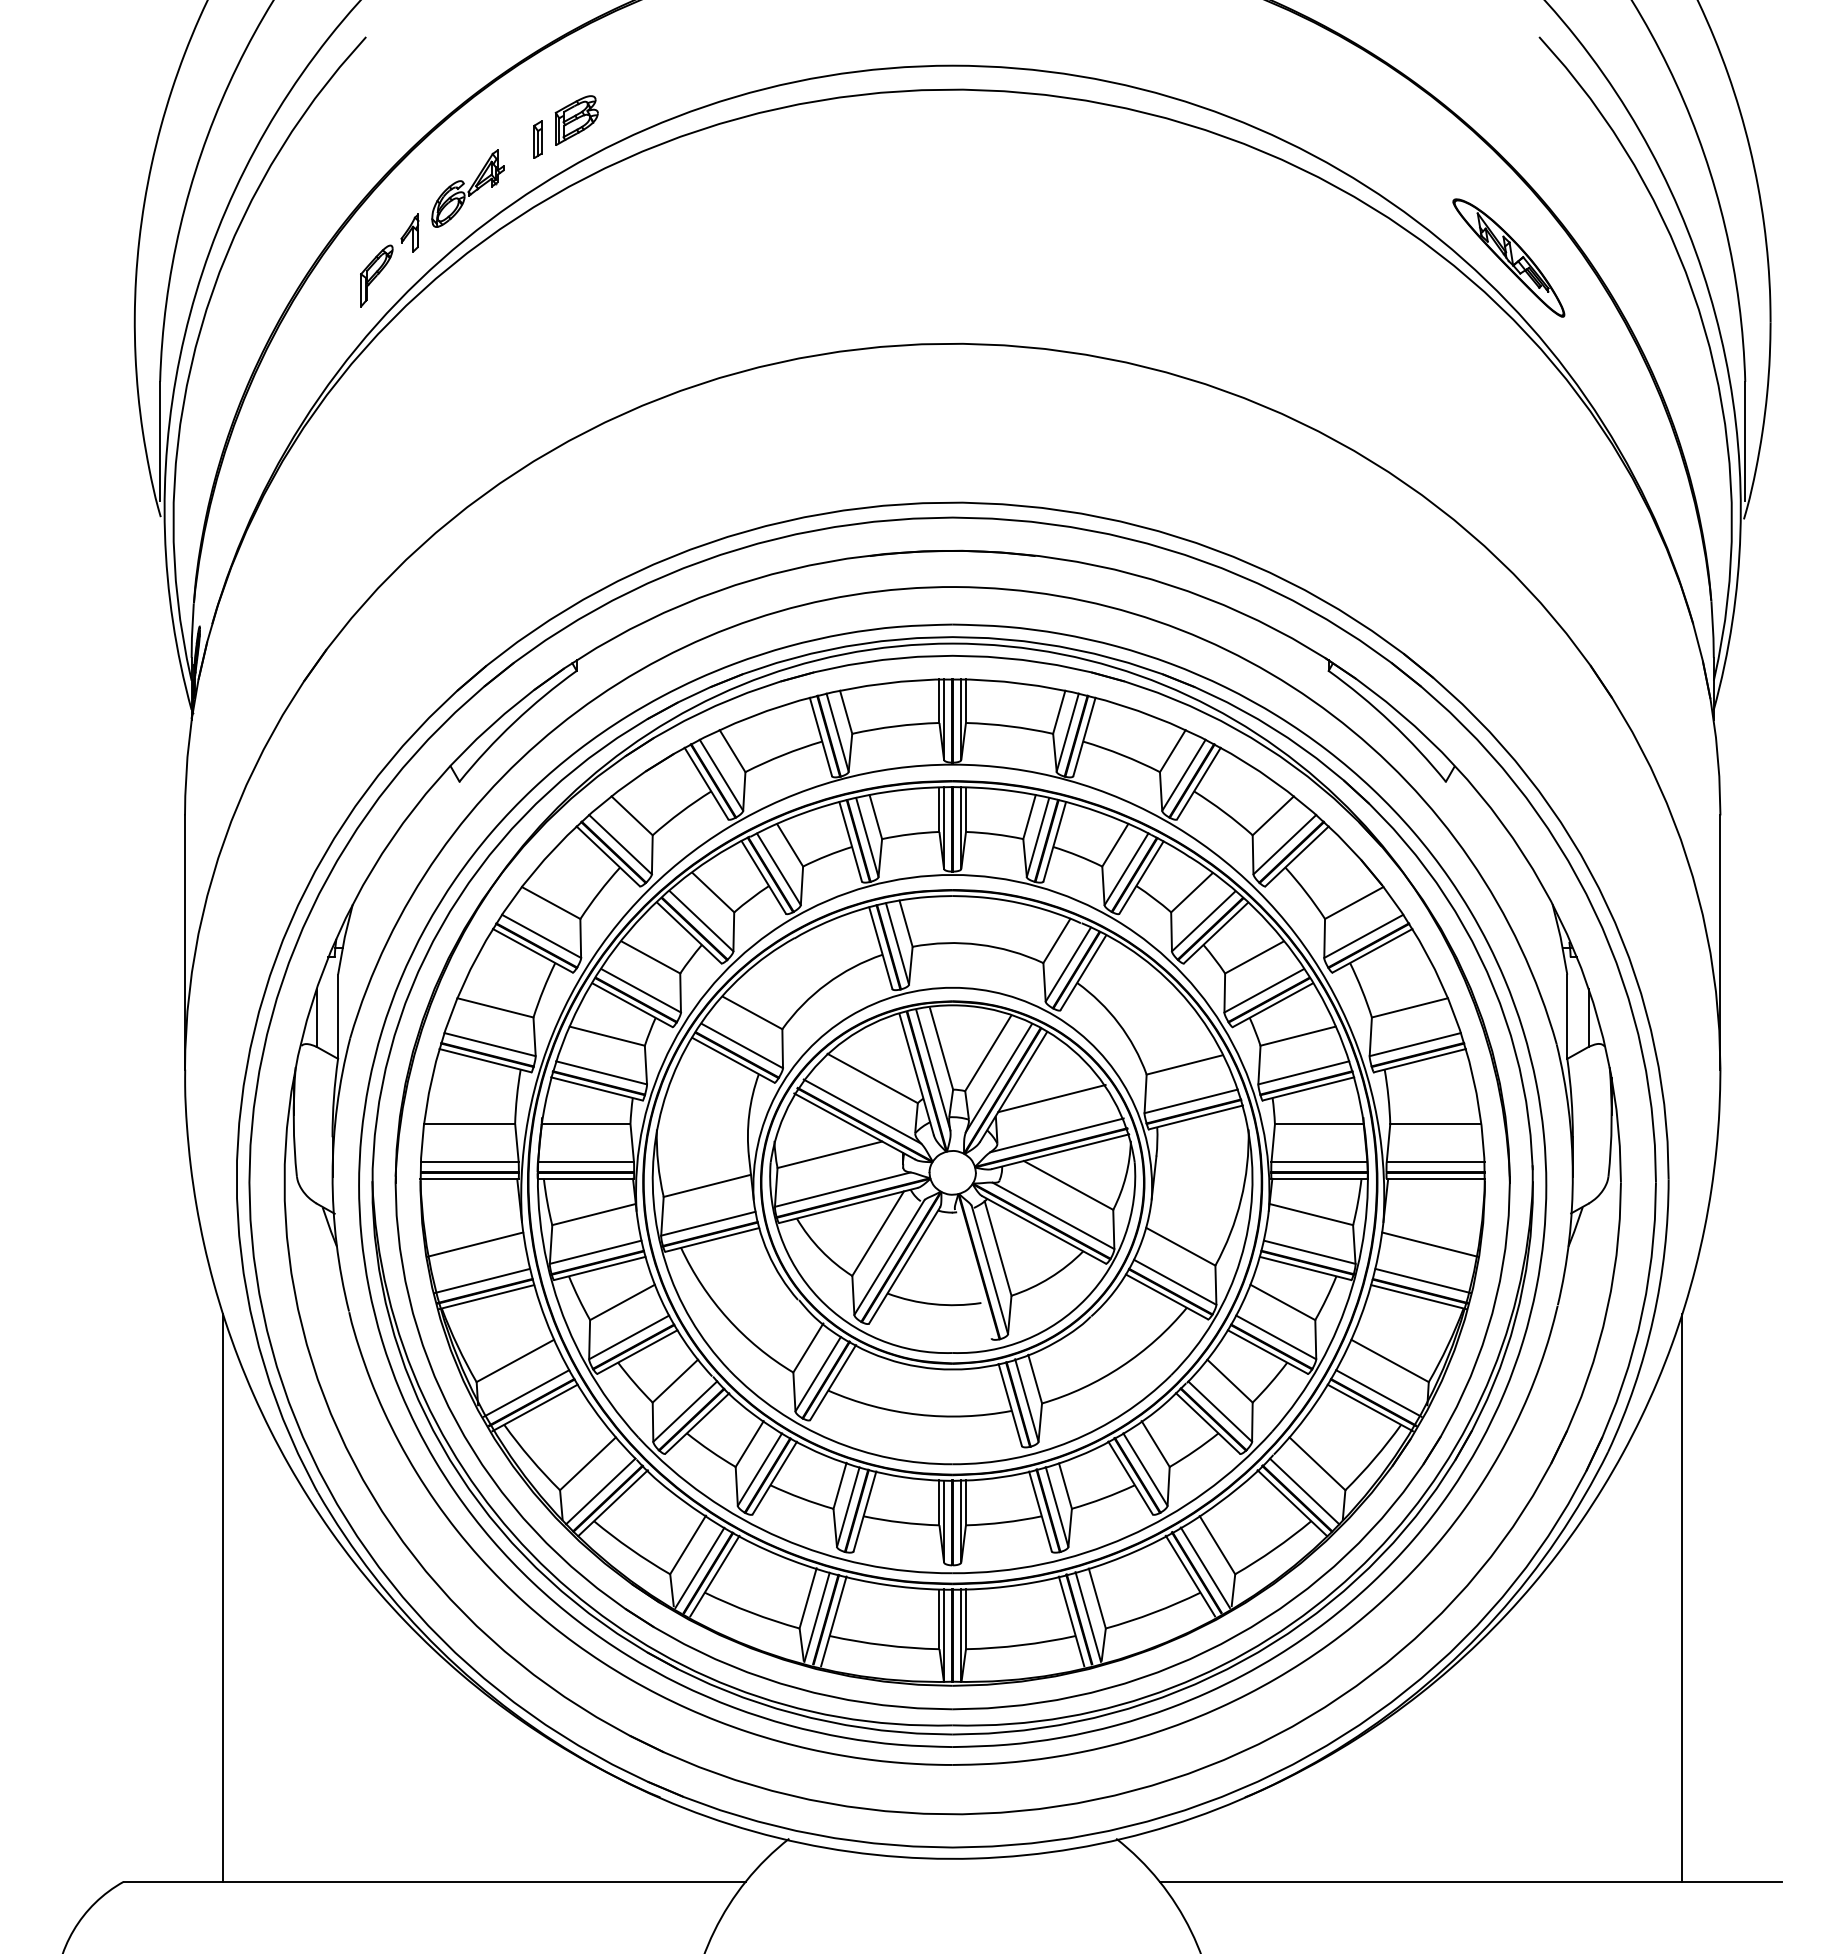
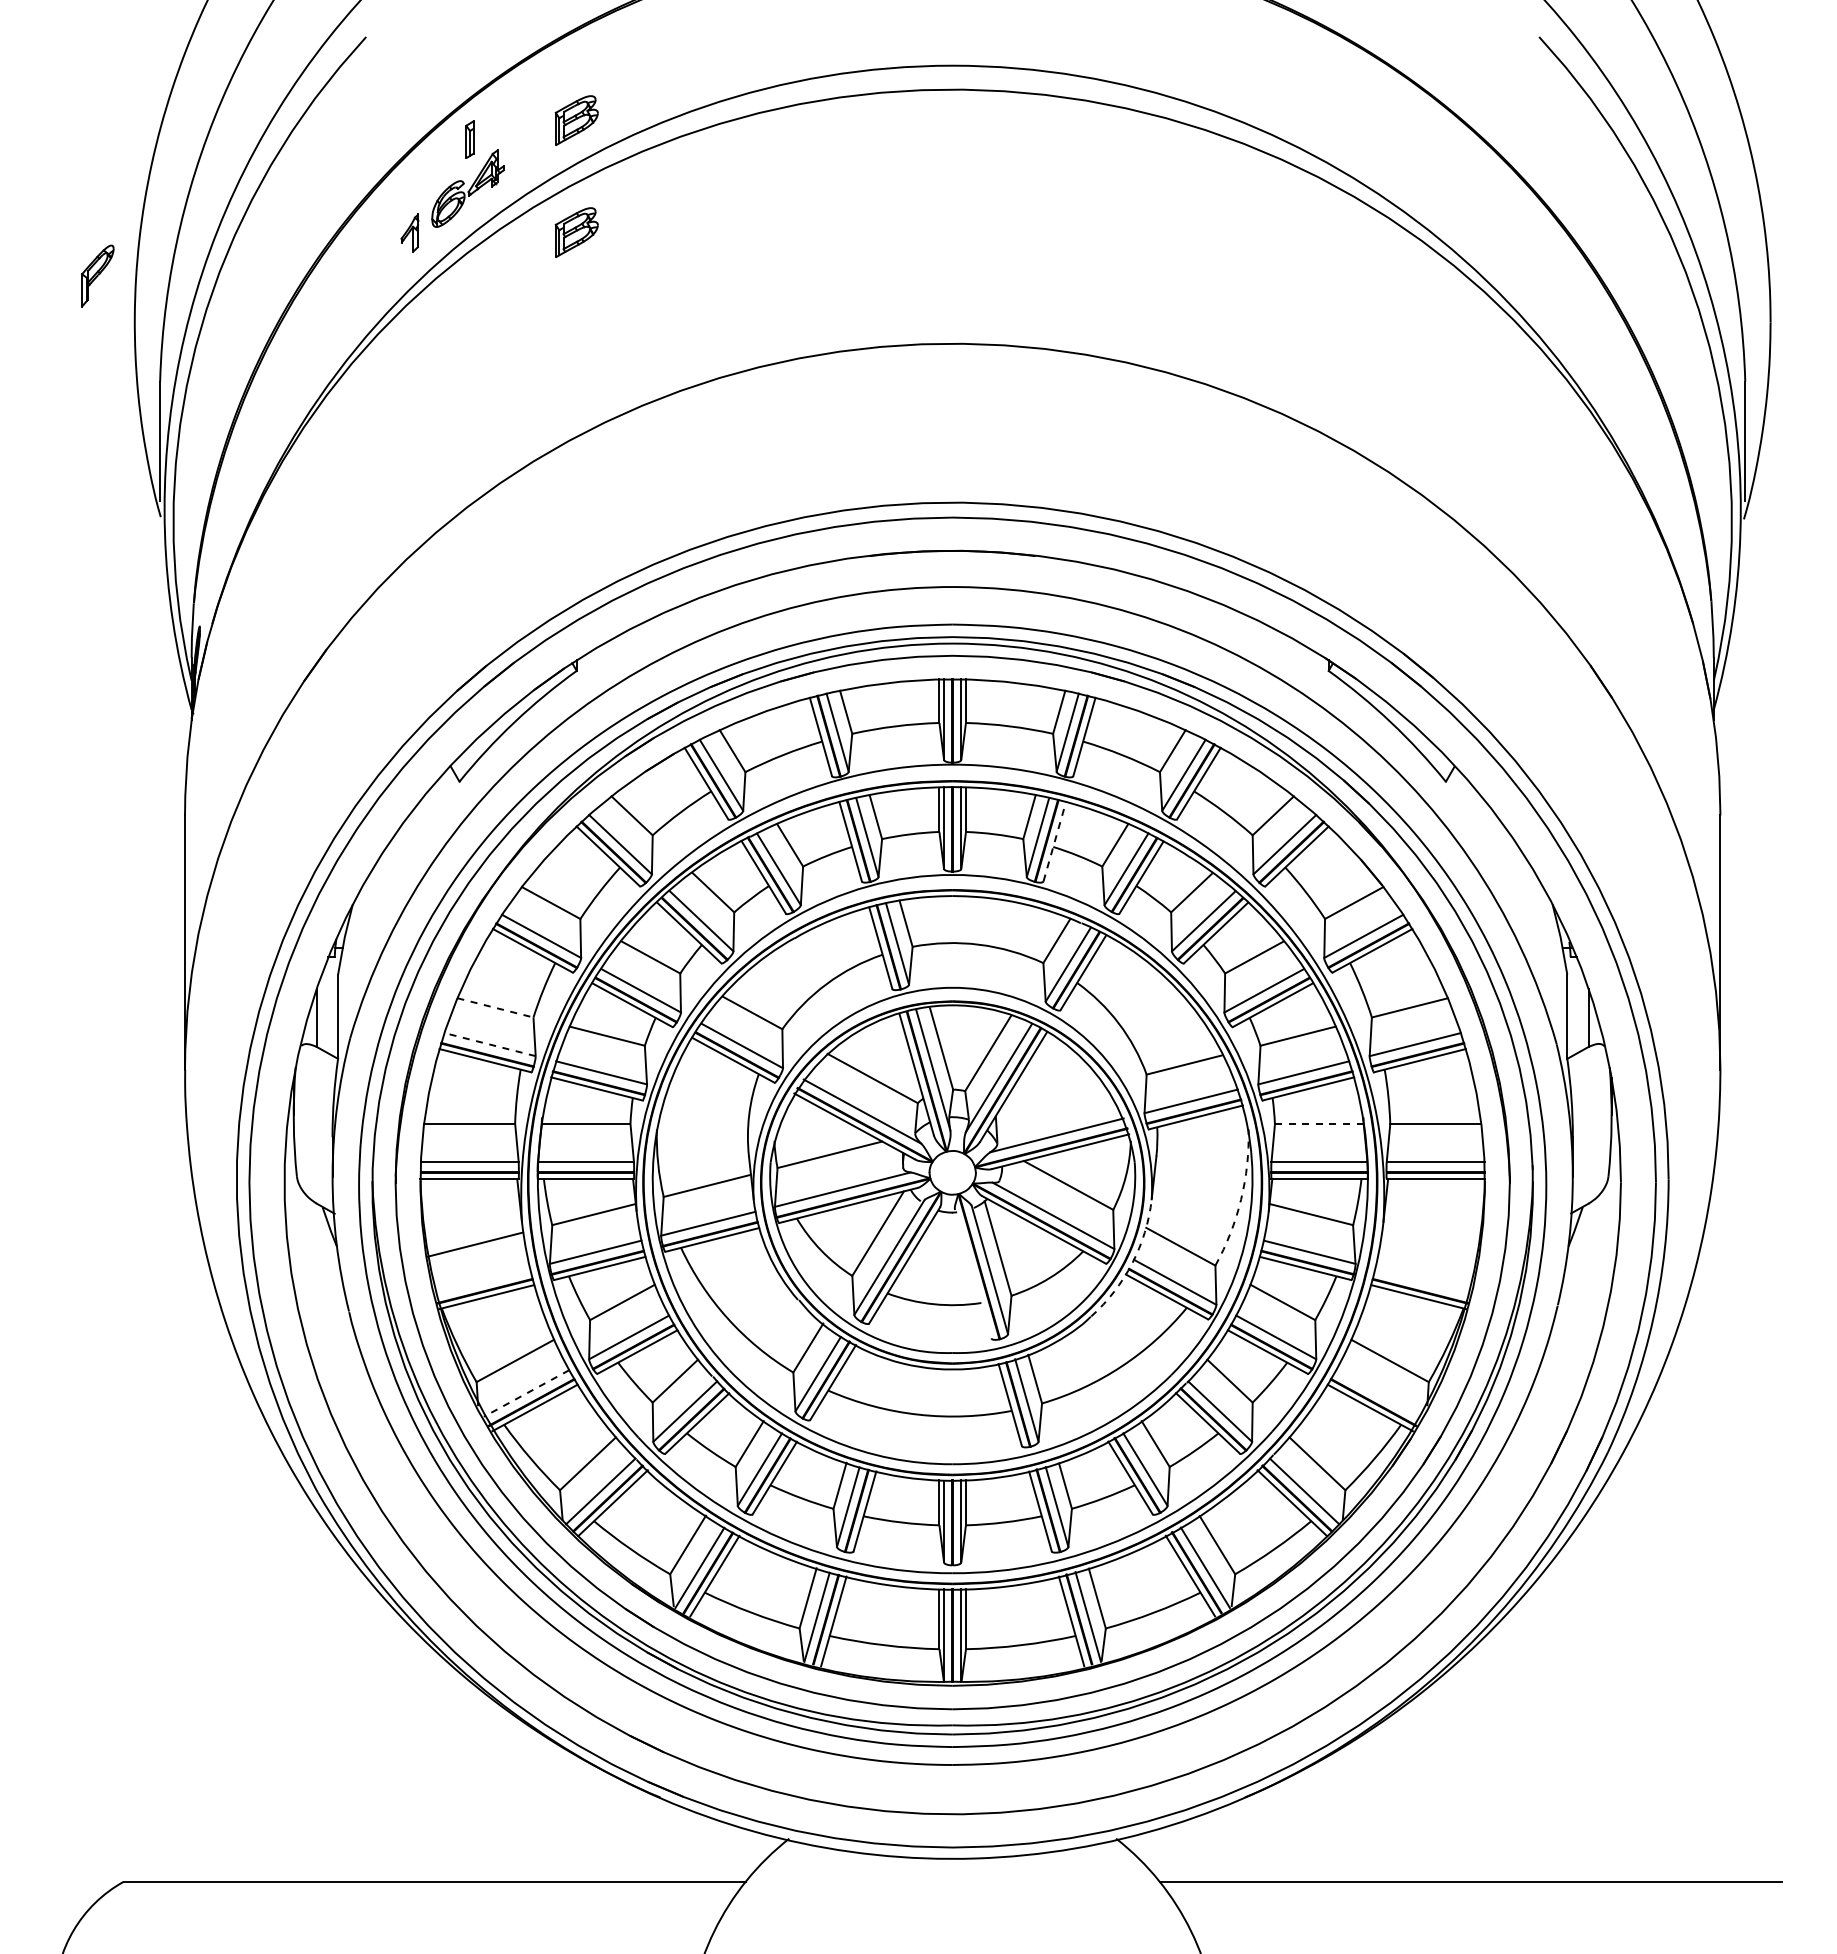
part at (537, 139) position: (537, 139) -> (469, 139)
part at (576, 232): none -> present
part at (1508, 257): present -> none
part at (376, 275) position: (376, 275) -> (97, 275)
line at (1054, 841): solid -> dashed
line at (495, 1007): solid -> dashed
line at (489, 1044): solid -> dashed
line at (1051, 1098): present -> none
line at (1318, 1124): solid -> dashed
arc at (1241, 1199): solid -> dashed
line at (1430, 1244): present -> none
arc at (1132, 1263): solid -> dashed
line at (481, 1280): present -> none
line at (1423, 1280): present -> none
line at (526, 1393): solid -> dashed
line at (1378, 1393): present -> none
line at (223, 1597): present -> none
line at (1682, 1597): present -> none
